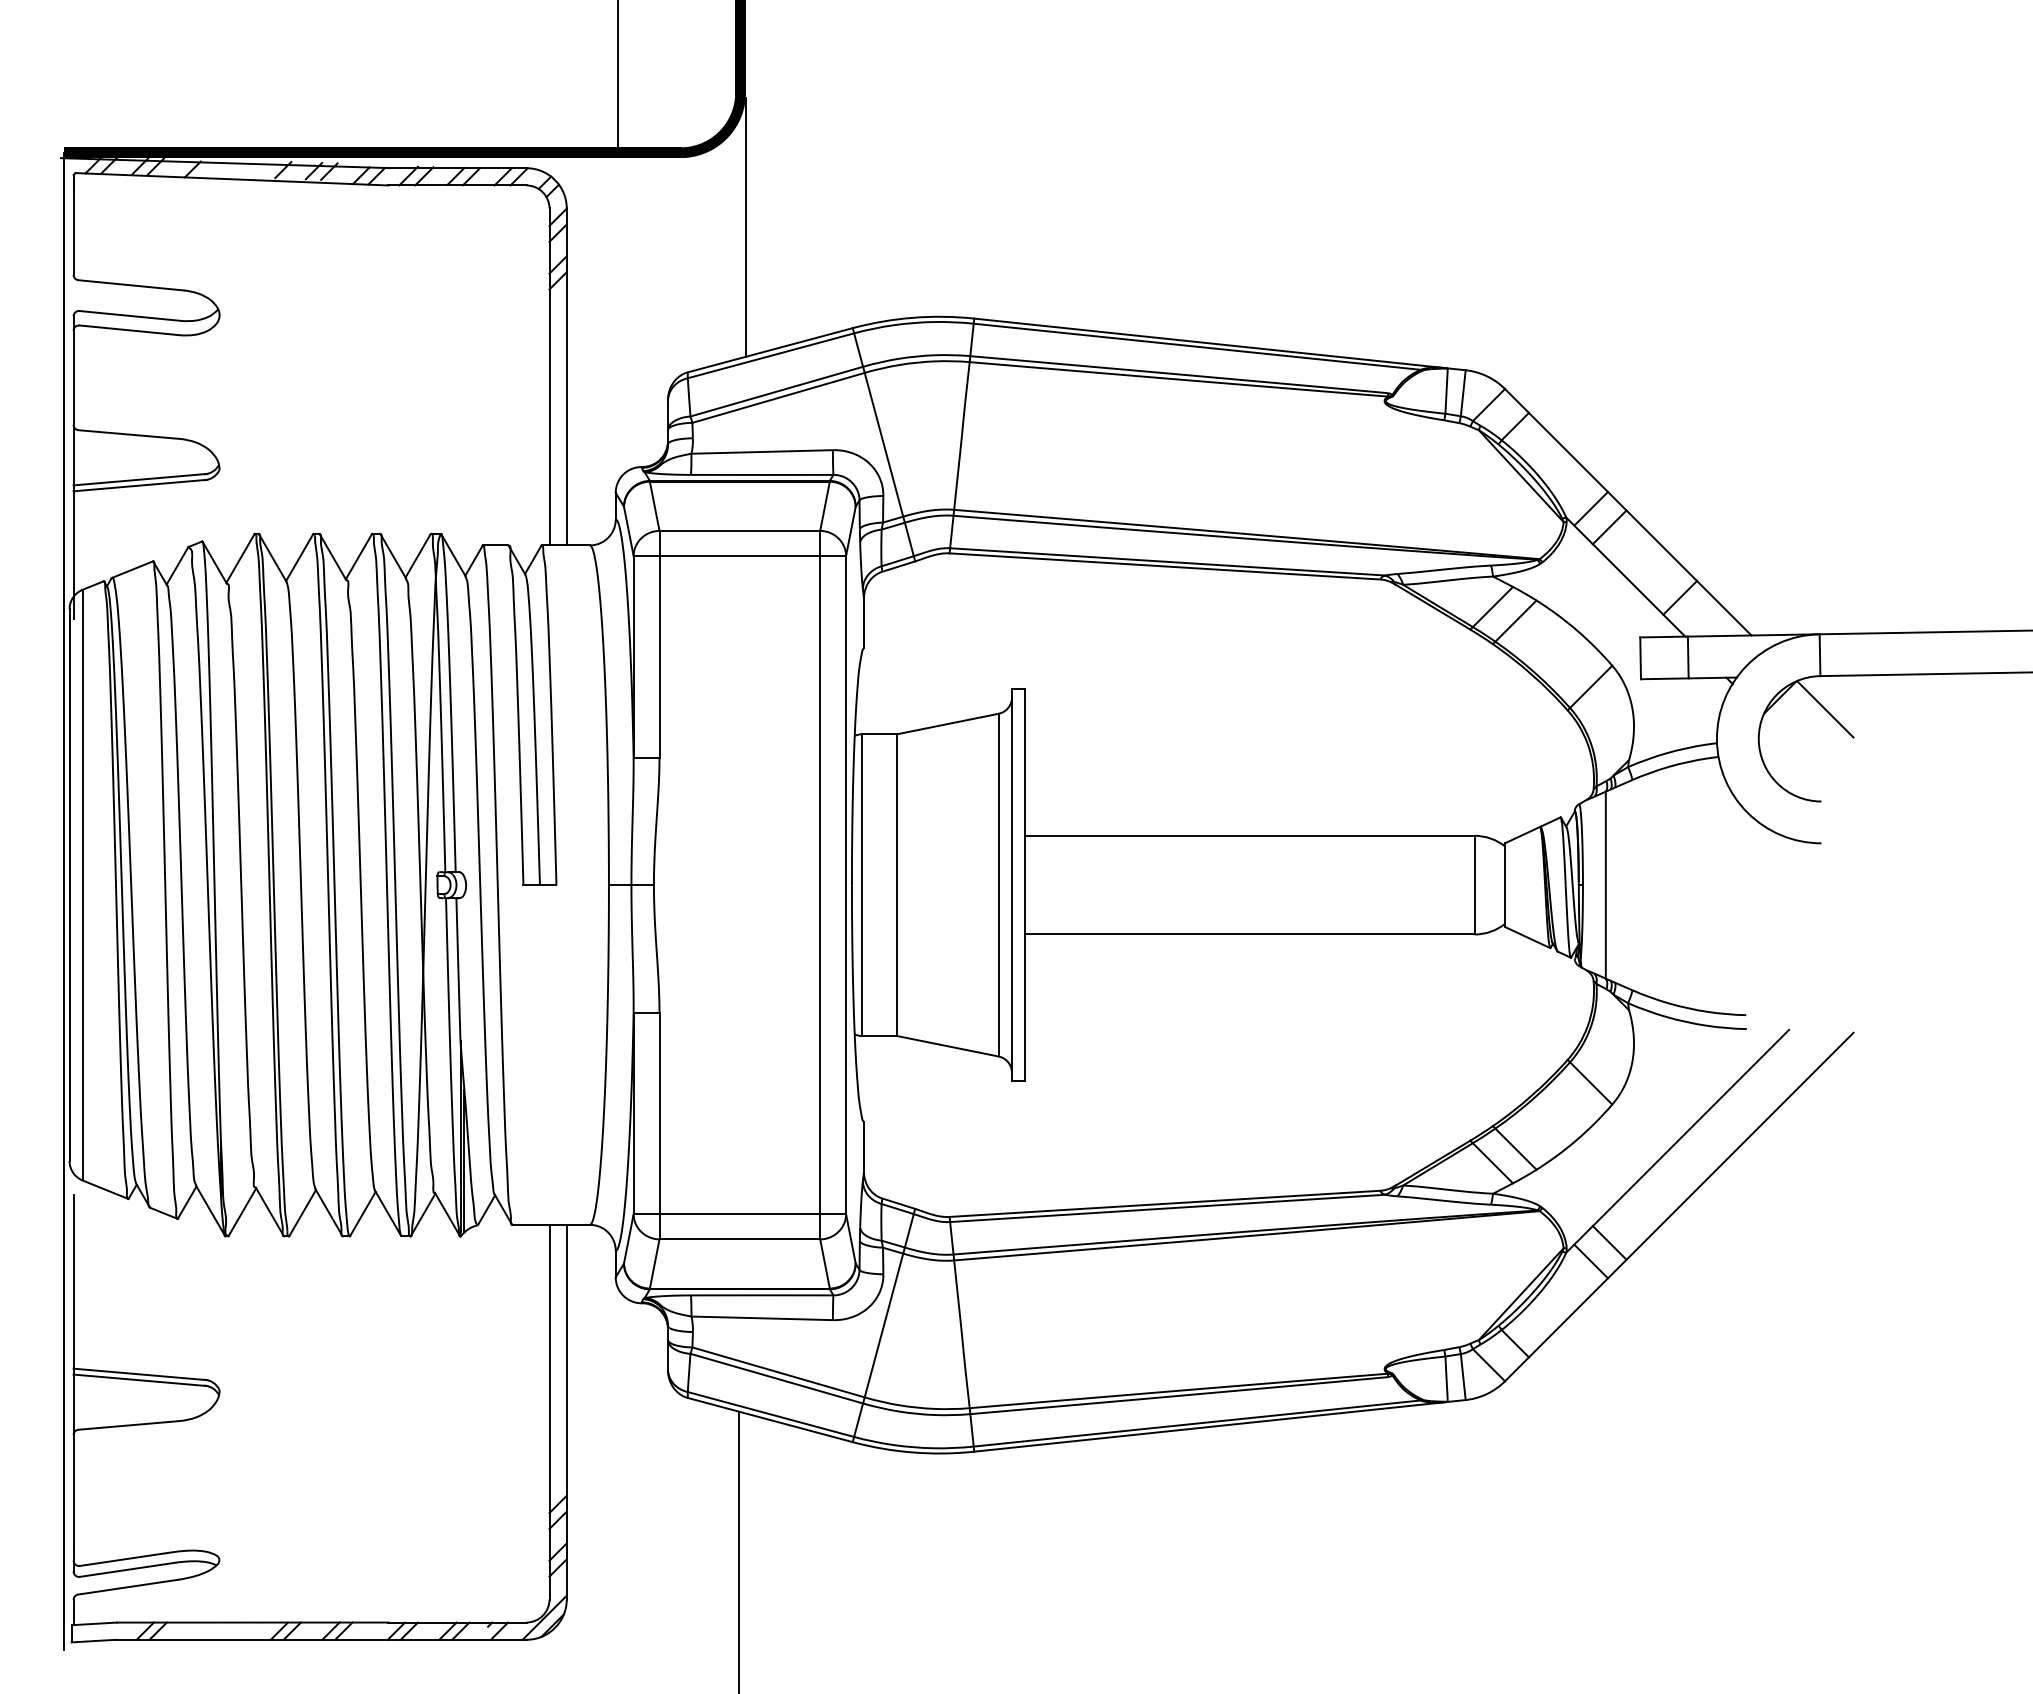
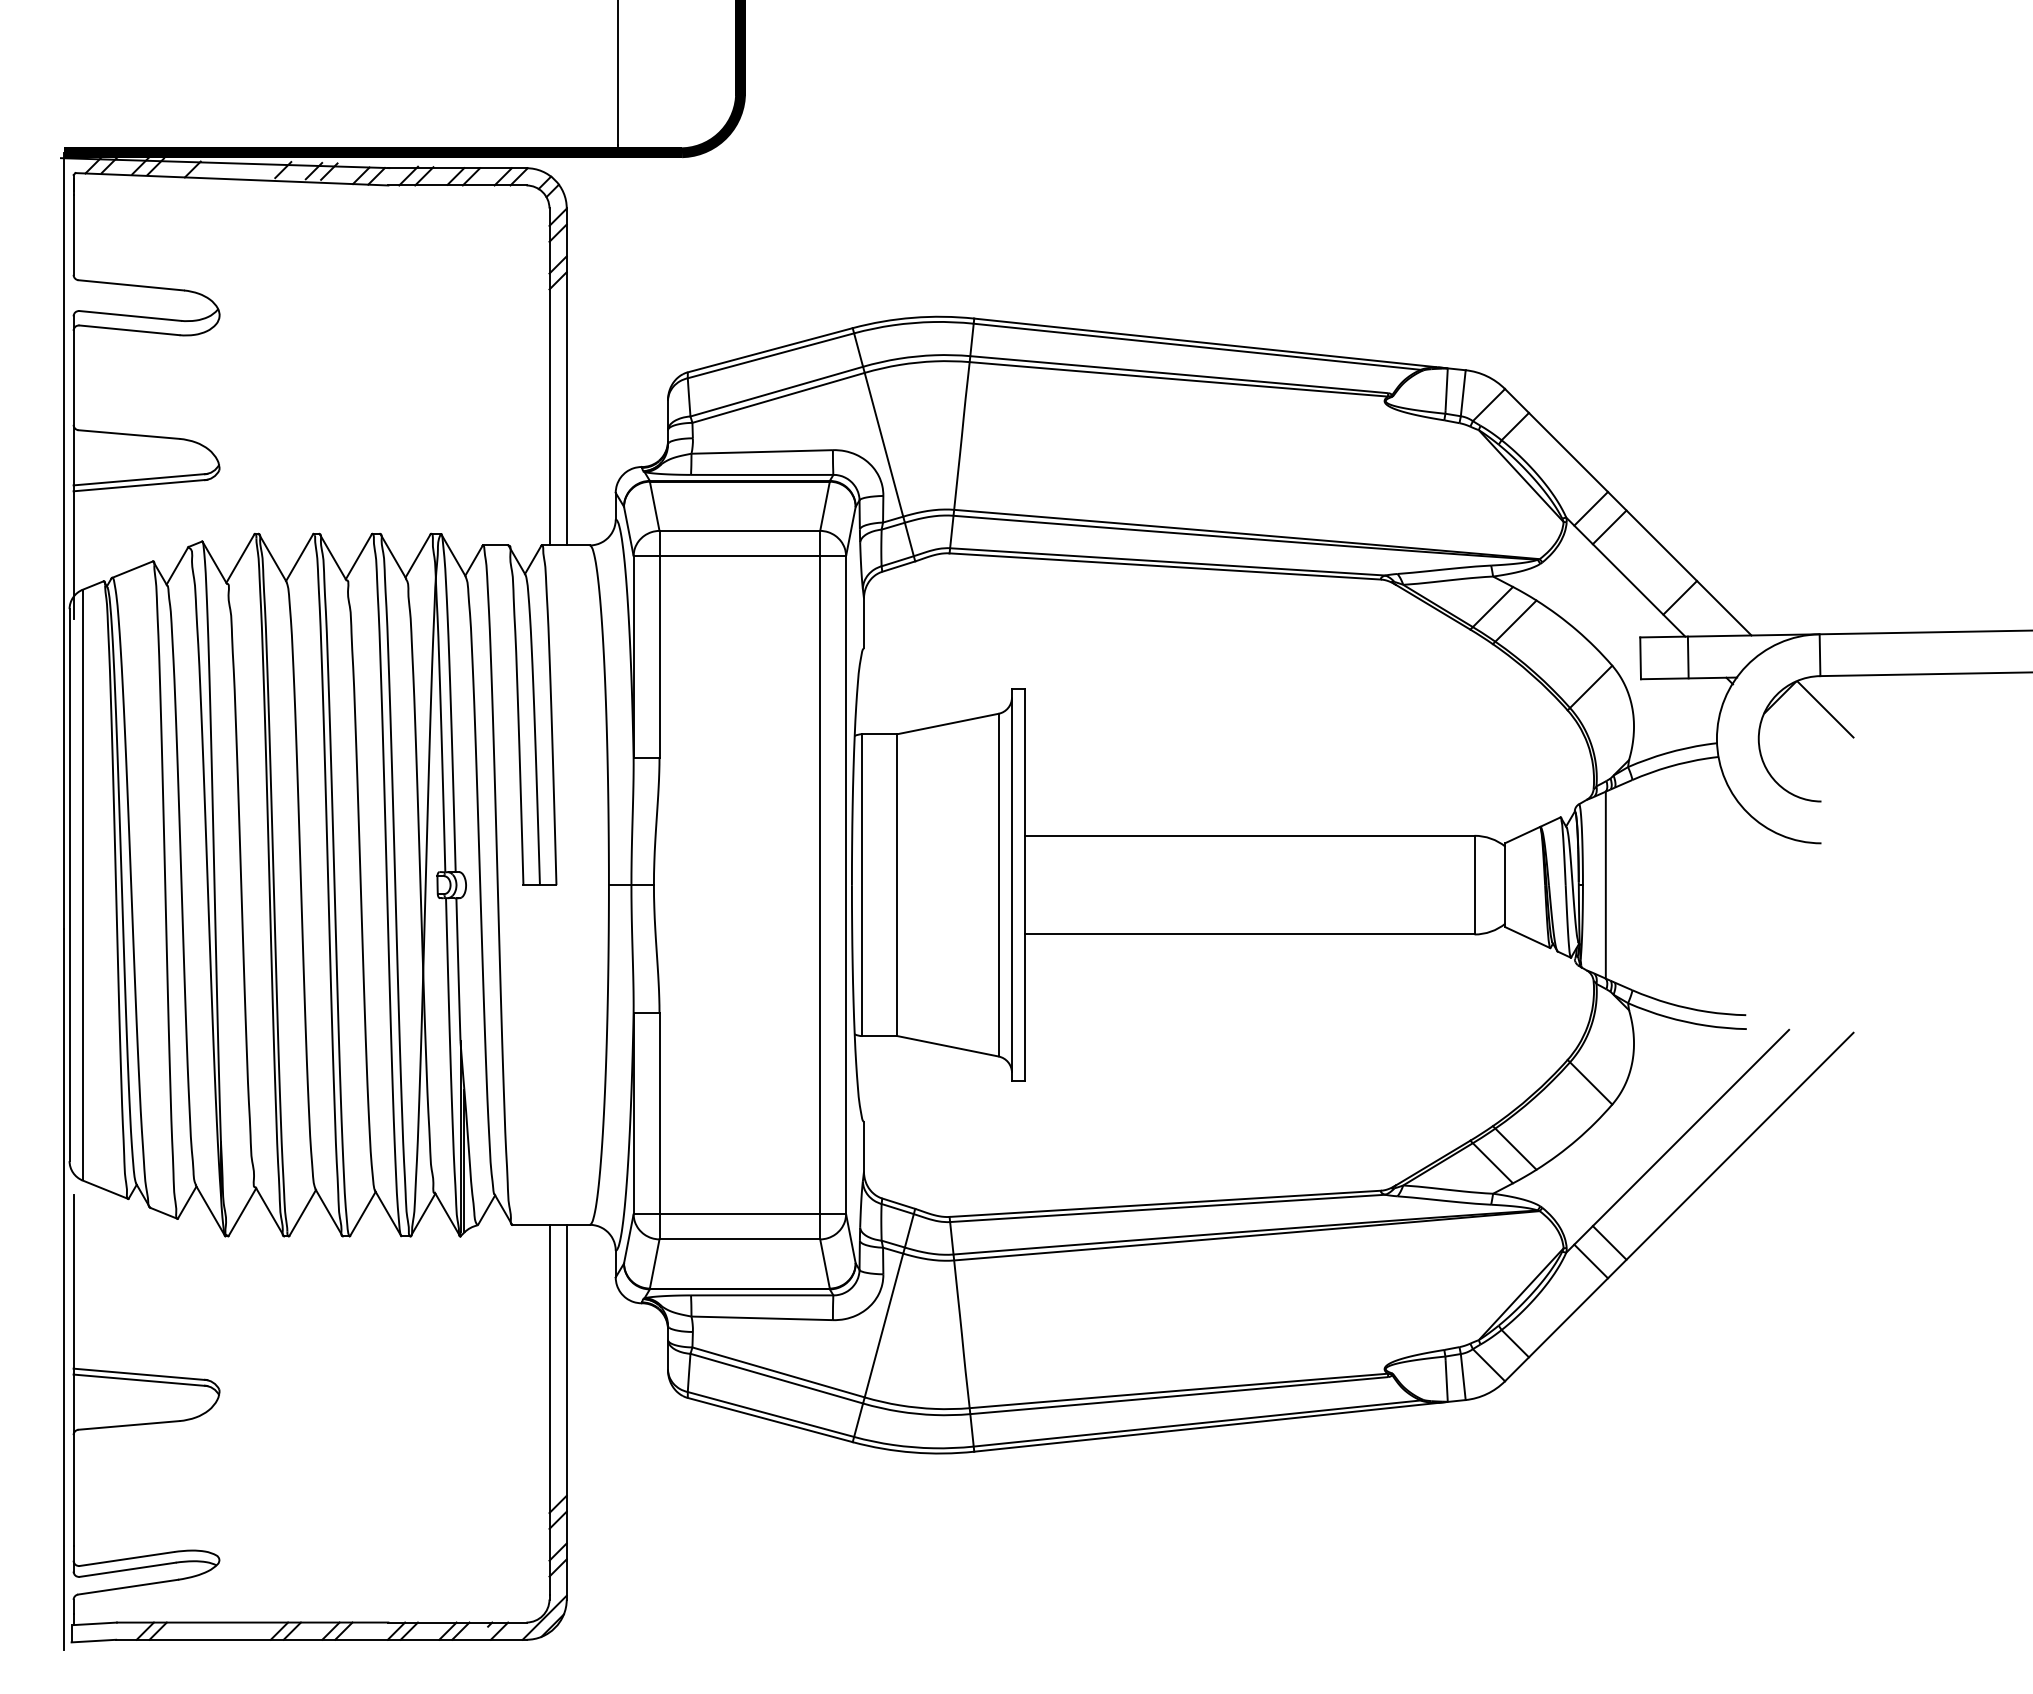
line at (745, 226): present -> none
line at (739, 1550): present -> none
